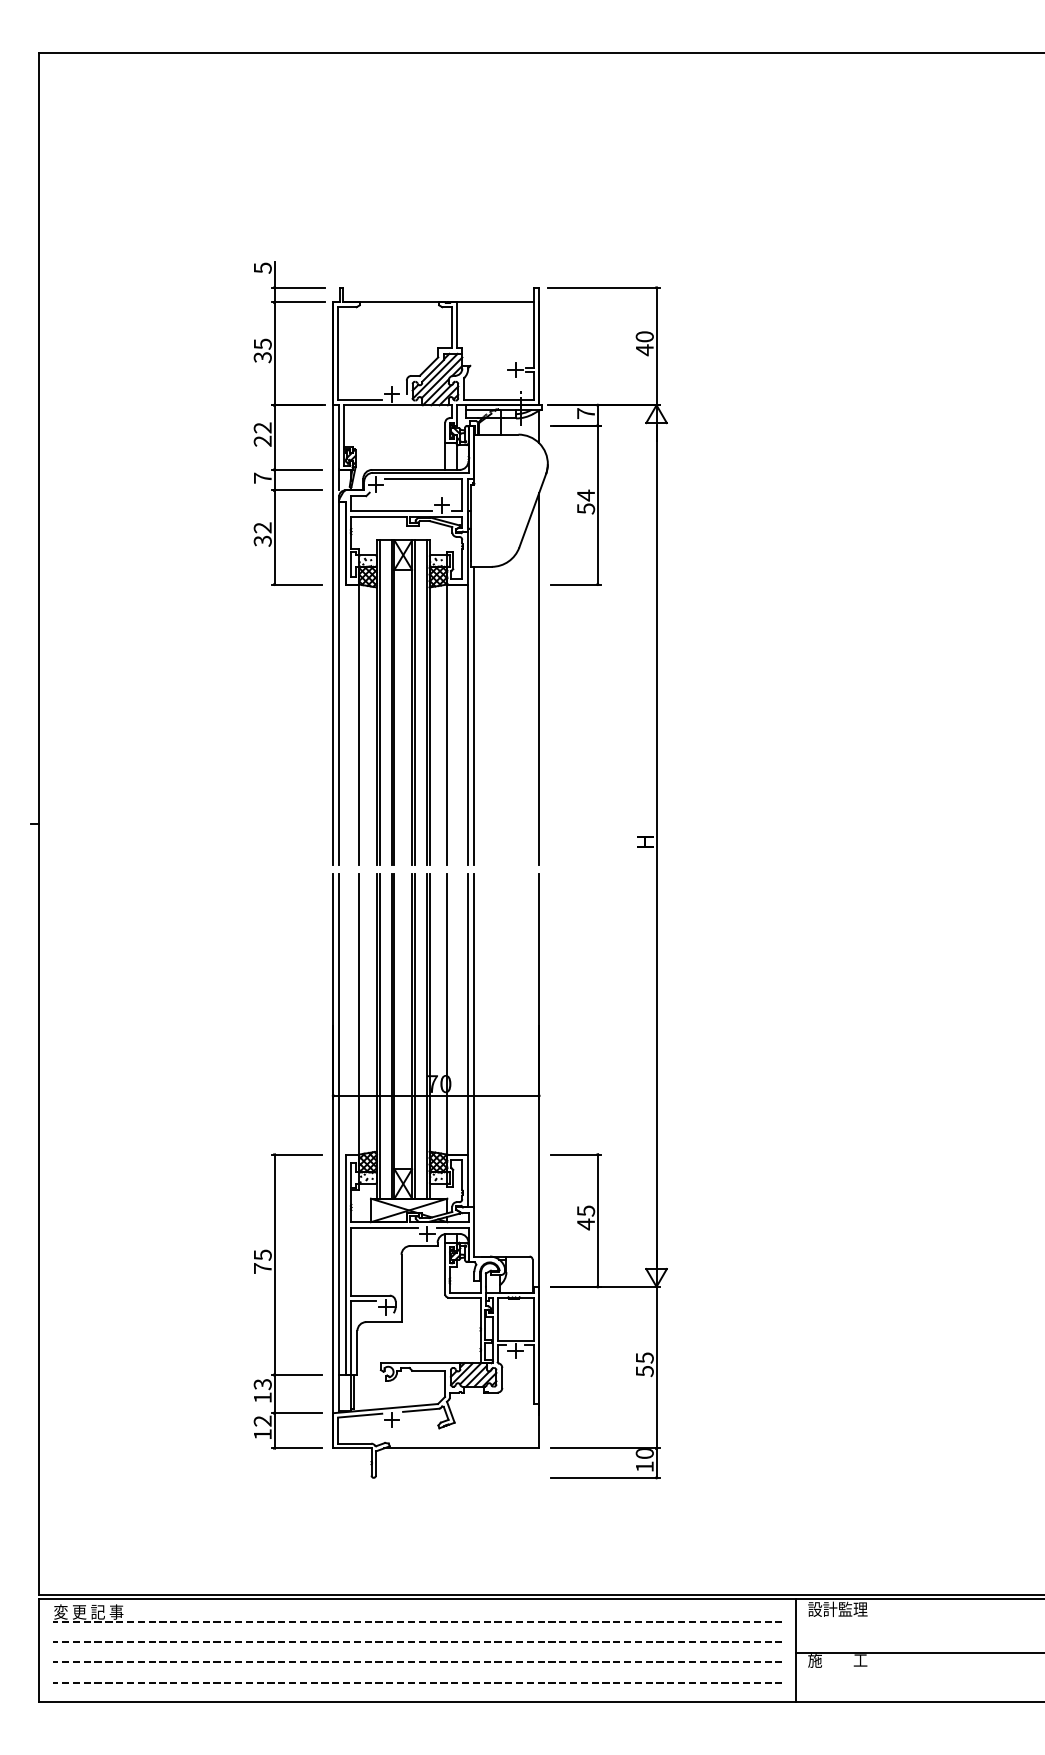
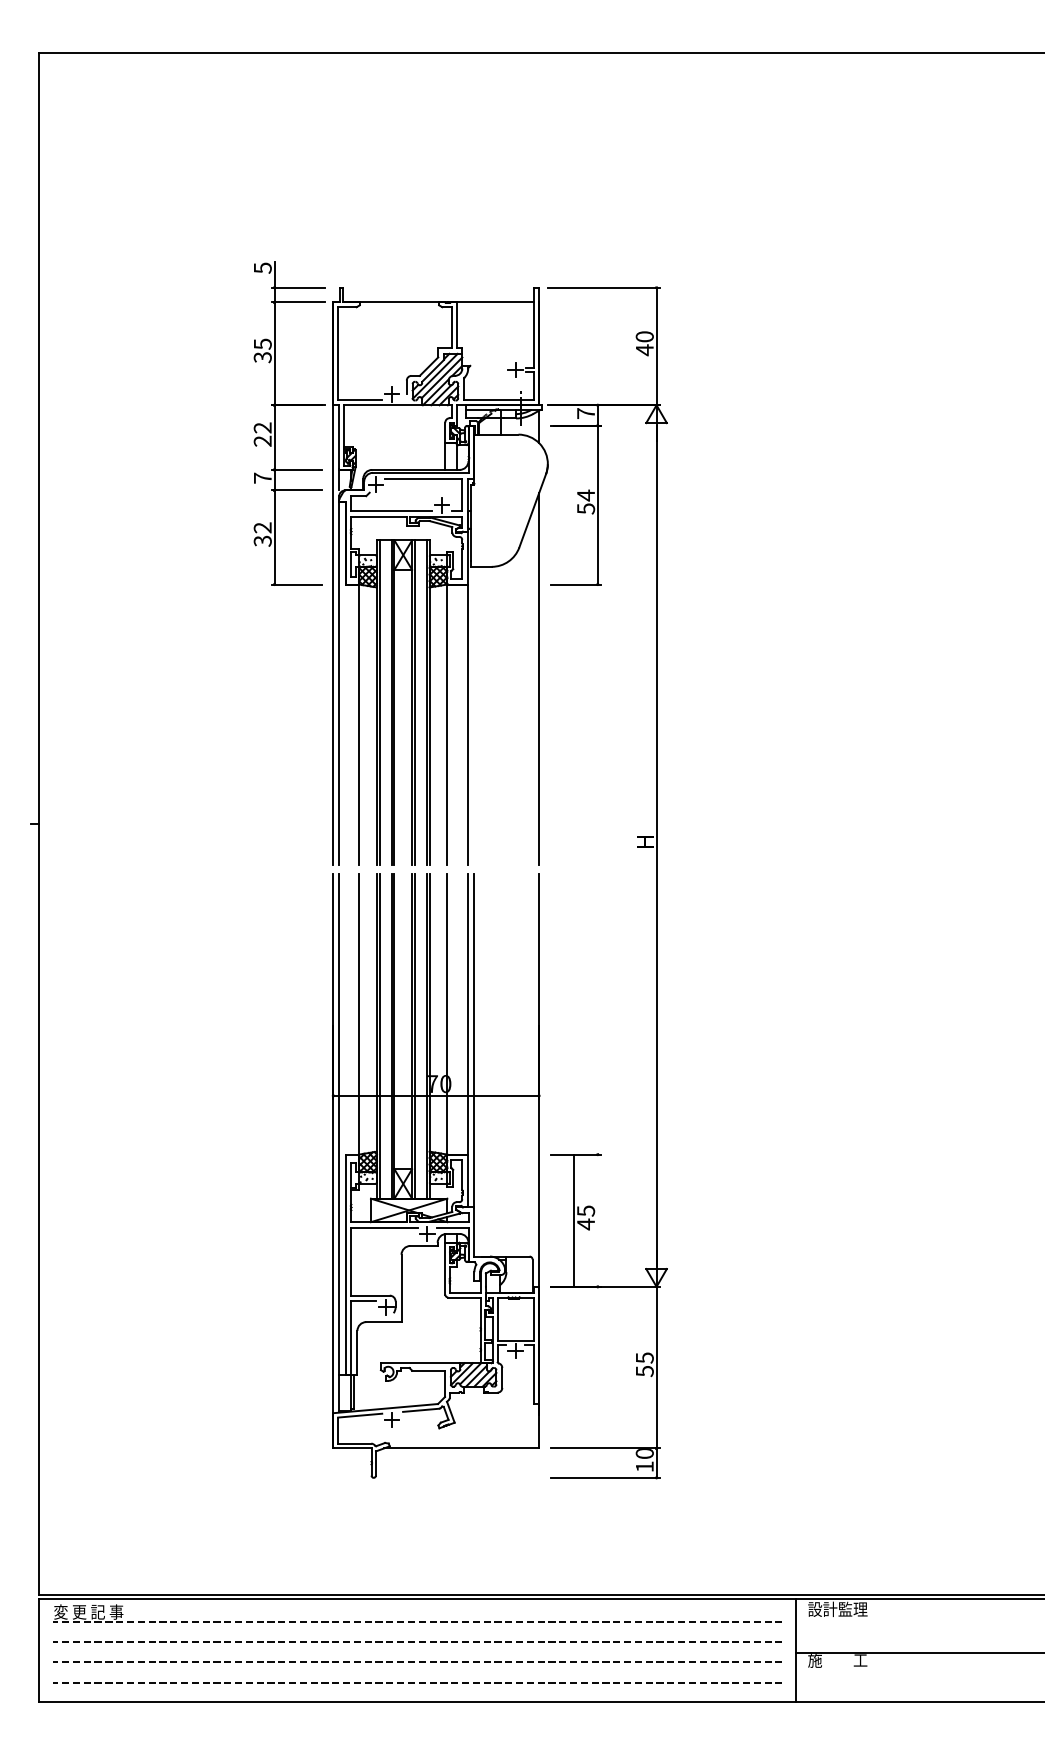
line at (474, 715): present -> none
line at (597, 1220) position: (597, 1220) -> (573, 1220)
part at (275, 1301): present -> none
